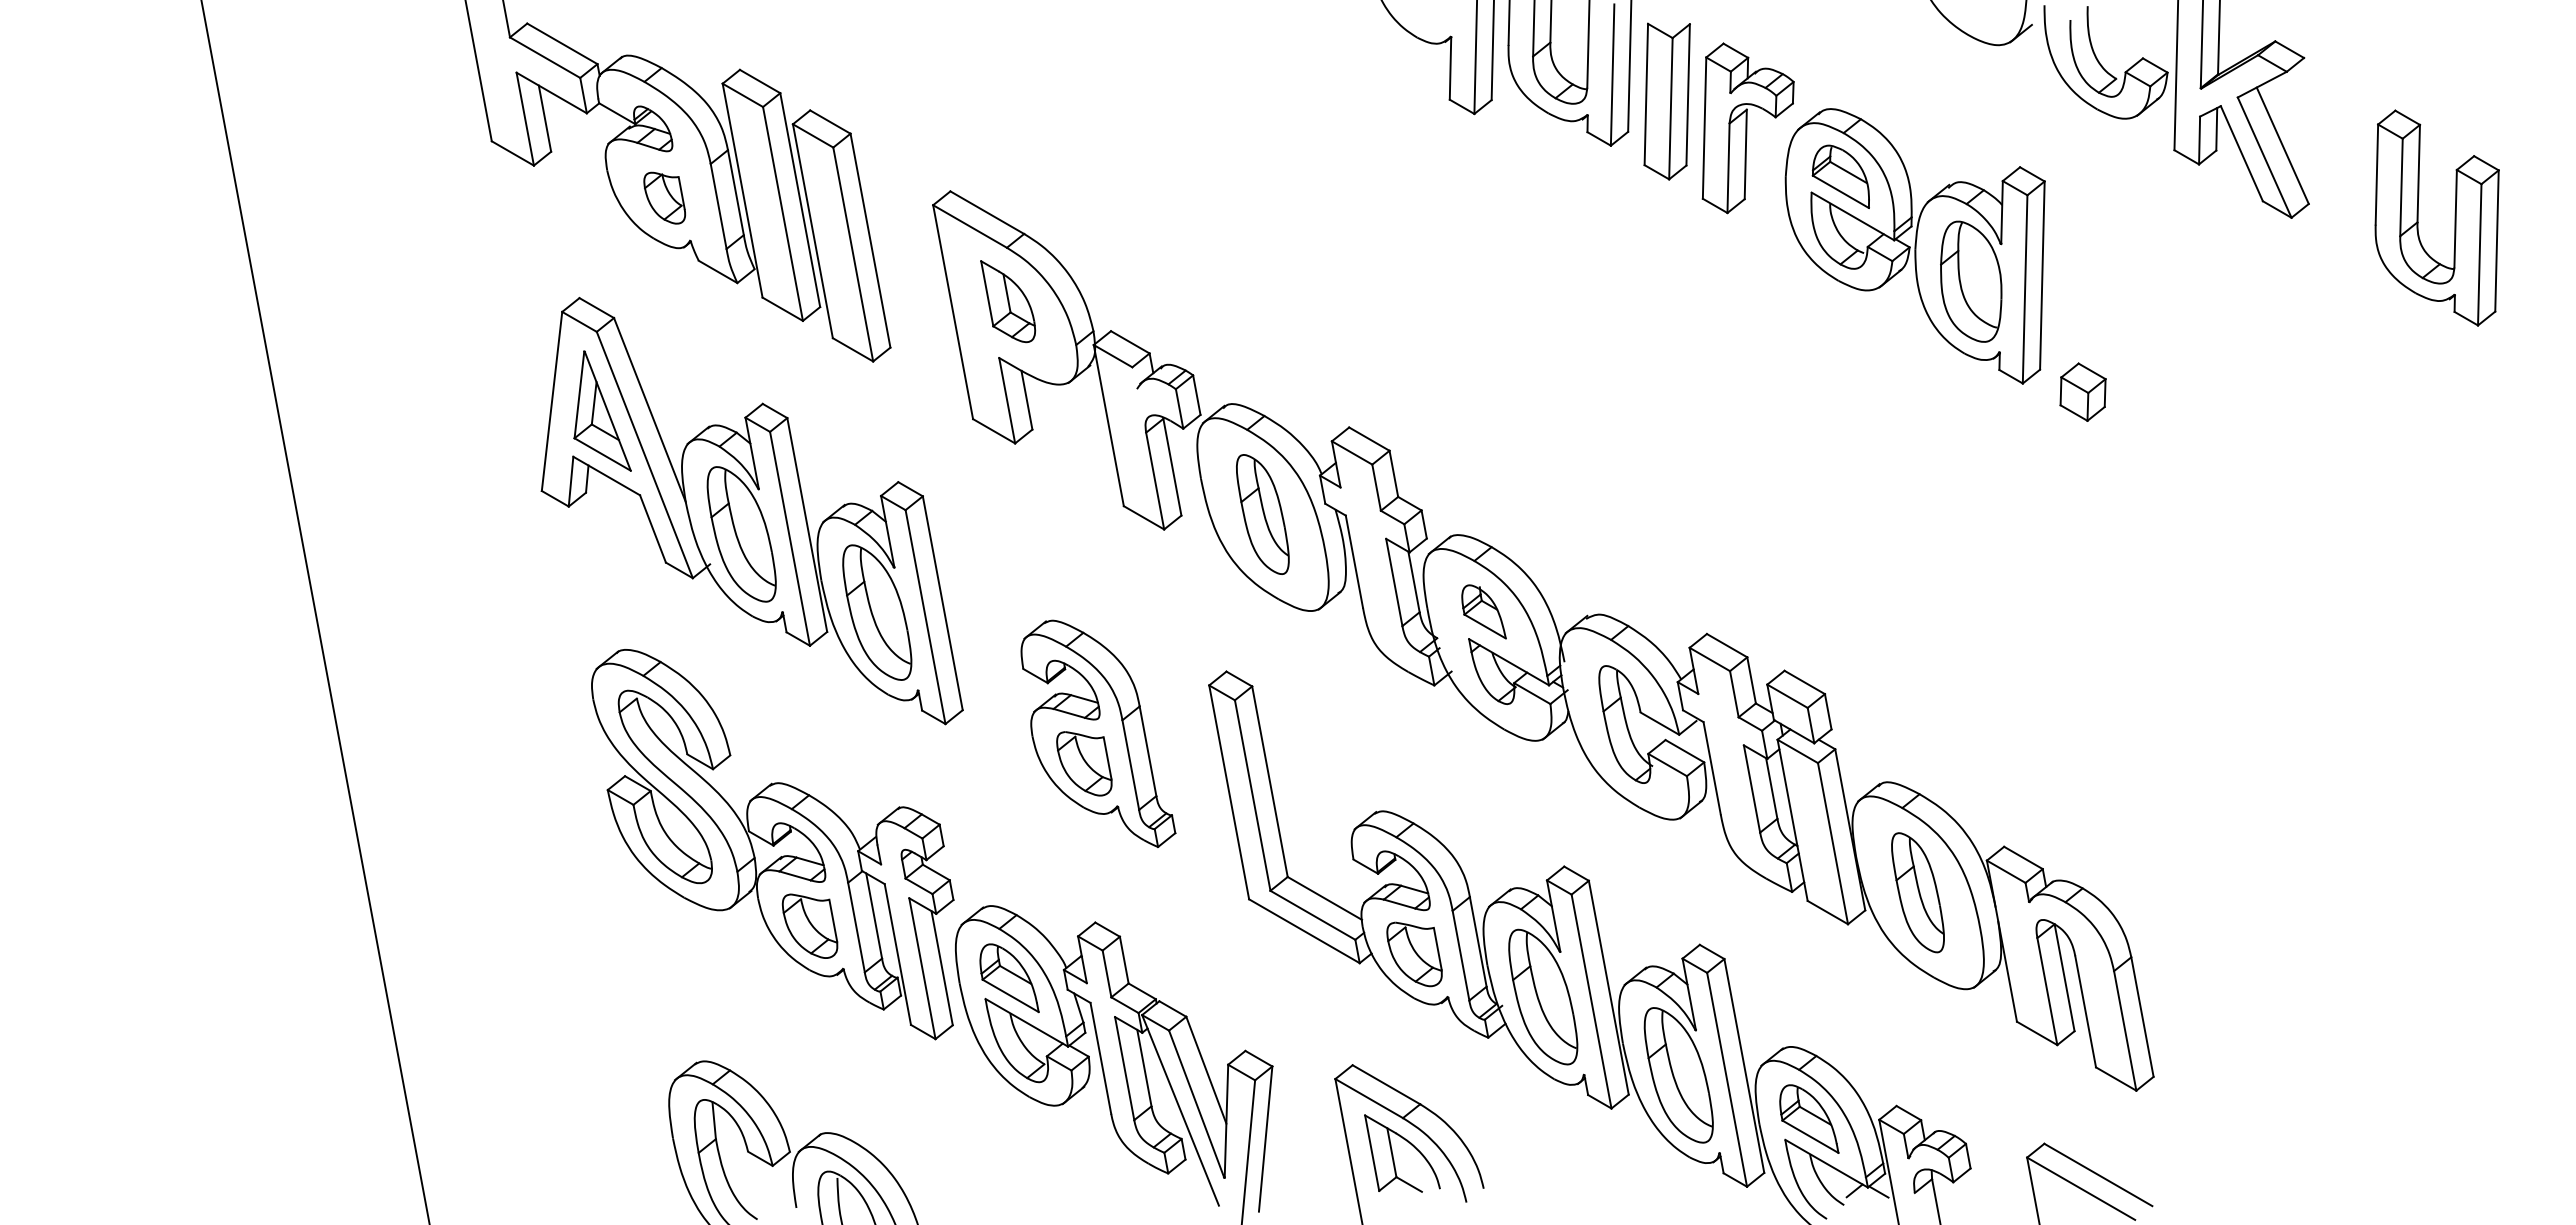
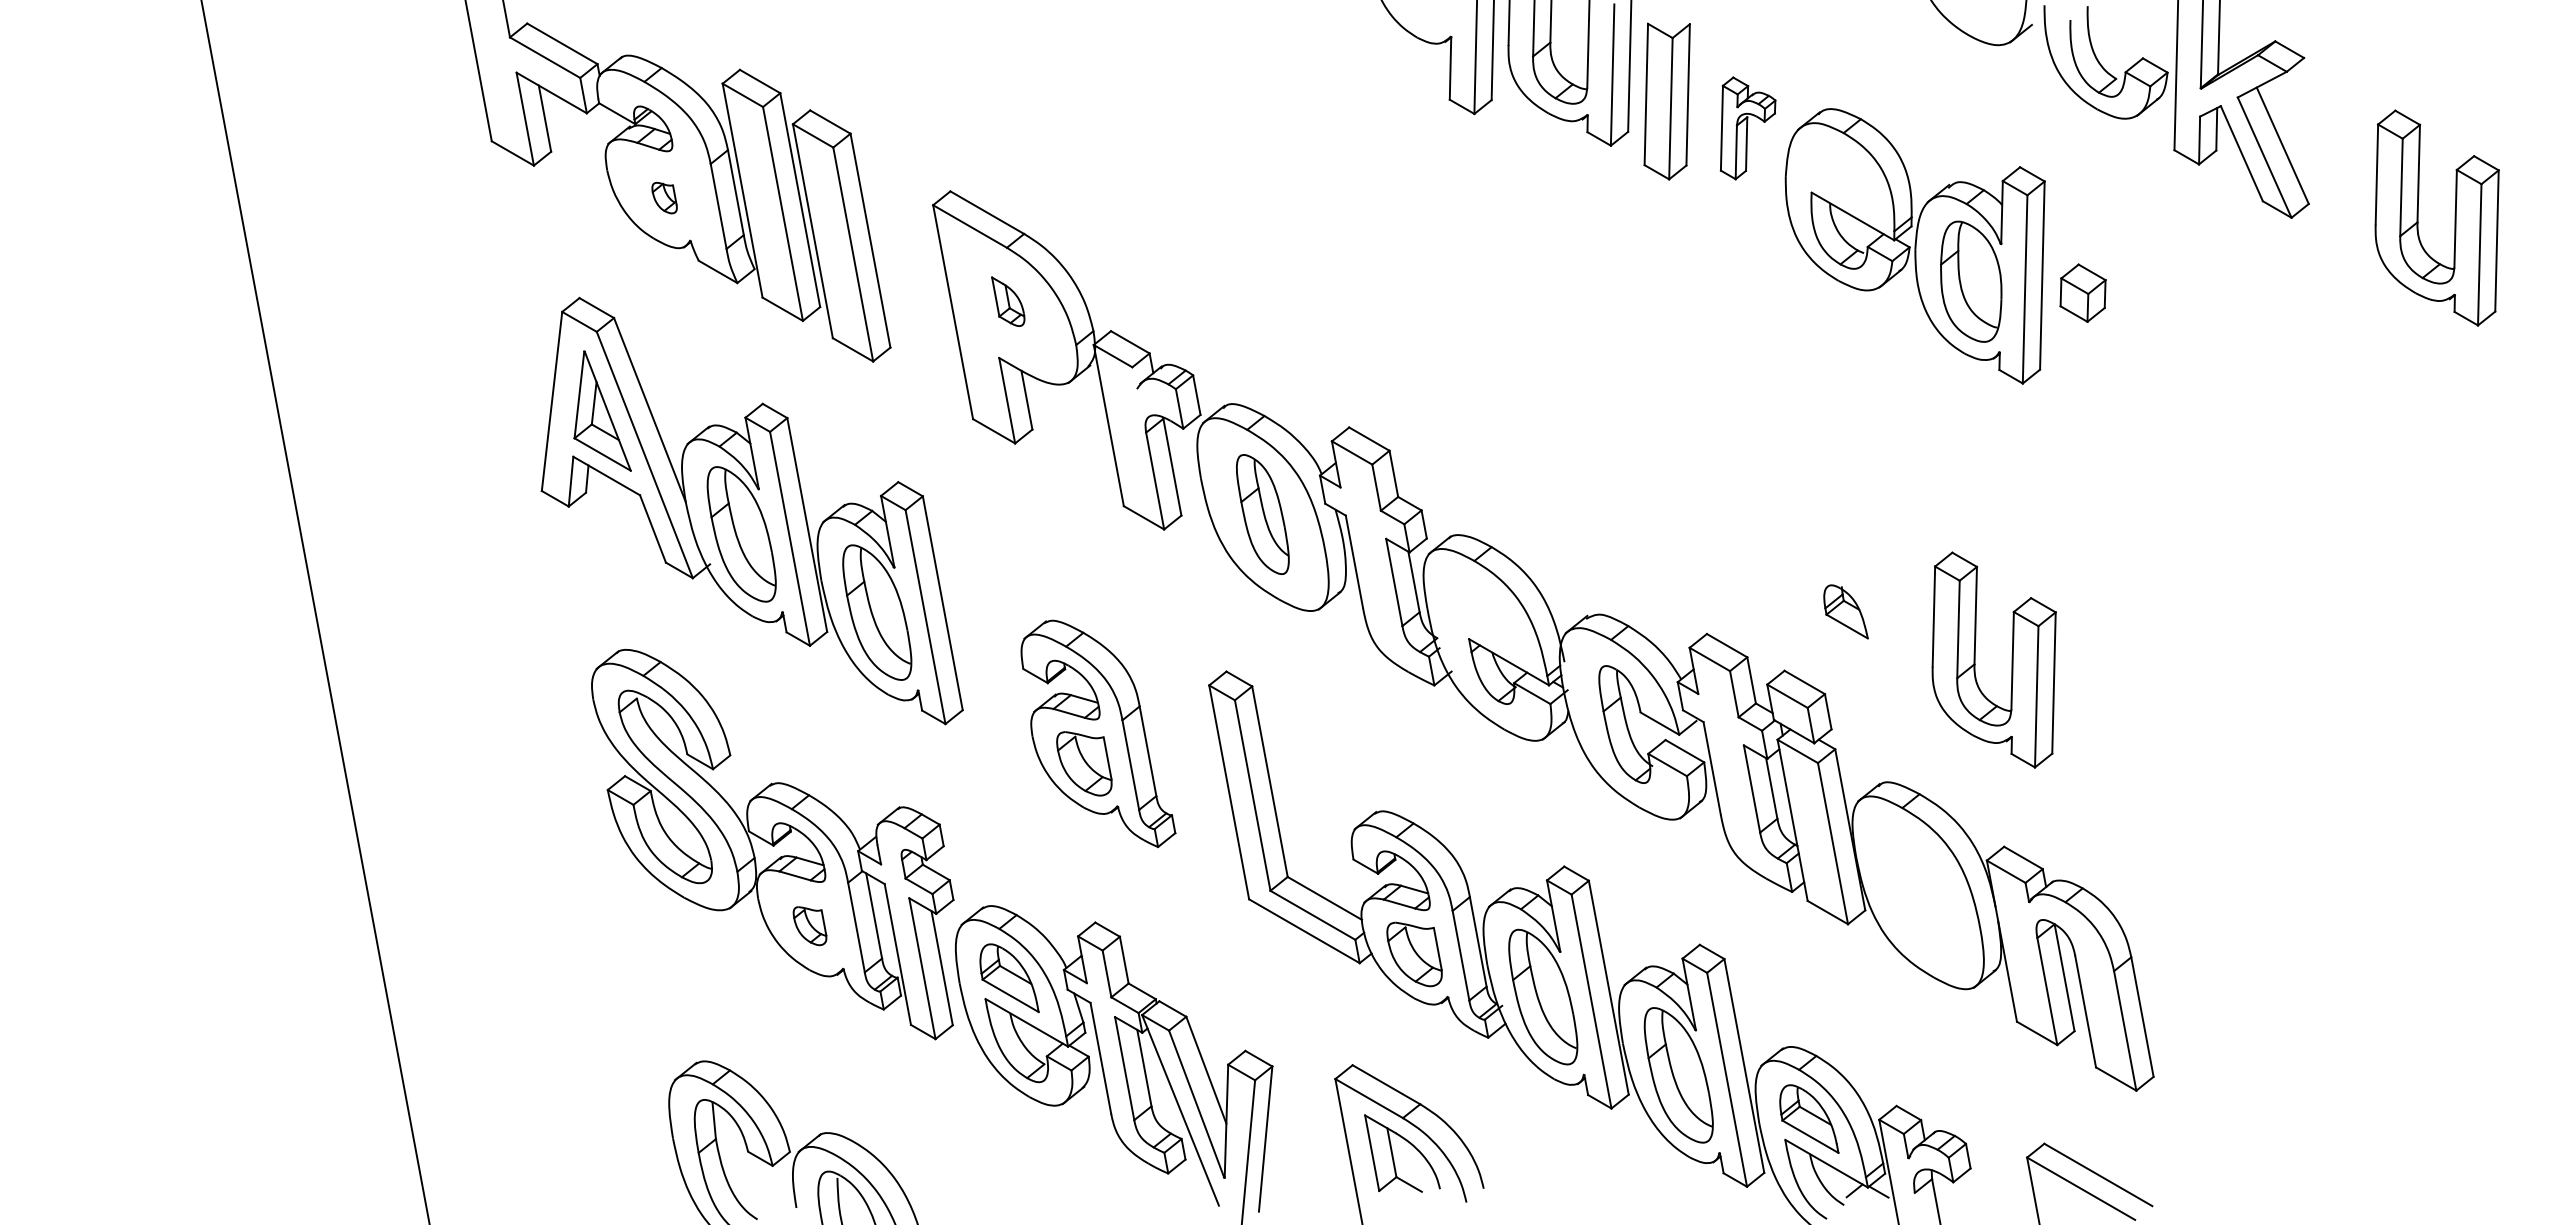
part at (1747, 128) size: 94x173 px -> 58x105 px
part at (1840, 176): present -> none
part at (664, 197) size: 43x54 px -> 27x34 px
part at (1008, 301) size: 57x84 px -> 35x51 px
part at (2082, 391) position: (2082, 391) -> (2082, 292)
part at (1483, 611) position: (1483, 611) -> (1845, 611)
part at (1975, 659): none -> present
part at (1917, 892): present -> none
part at (809, 925) size: 58x66 px -> 36x41 px
